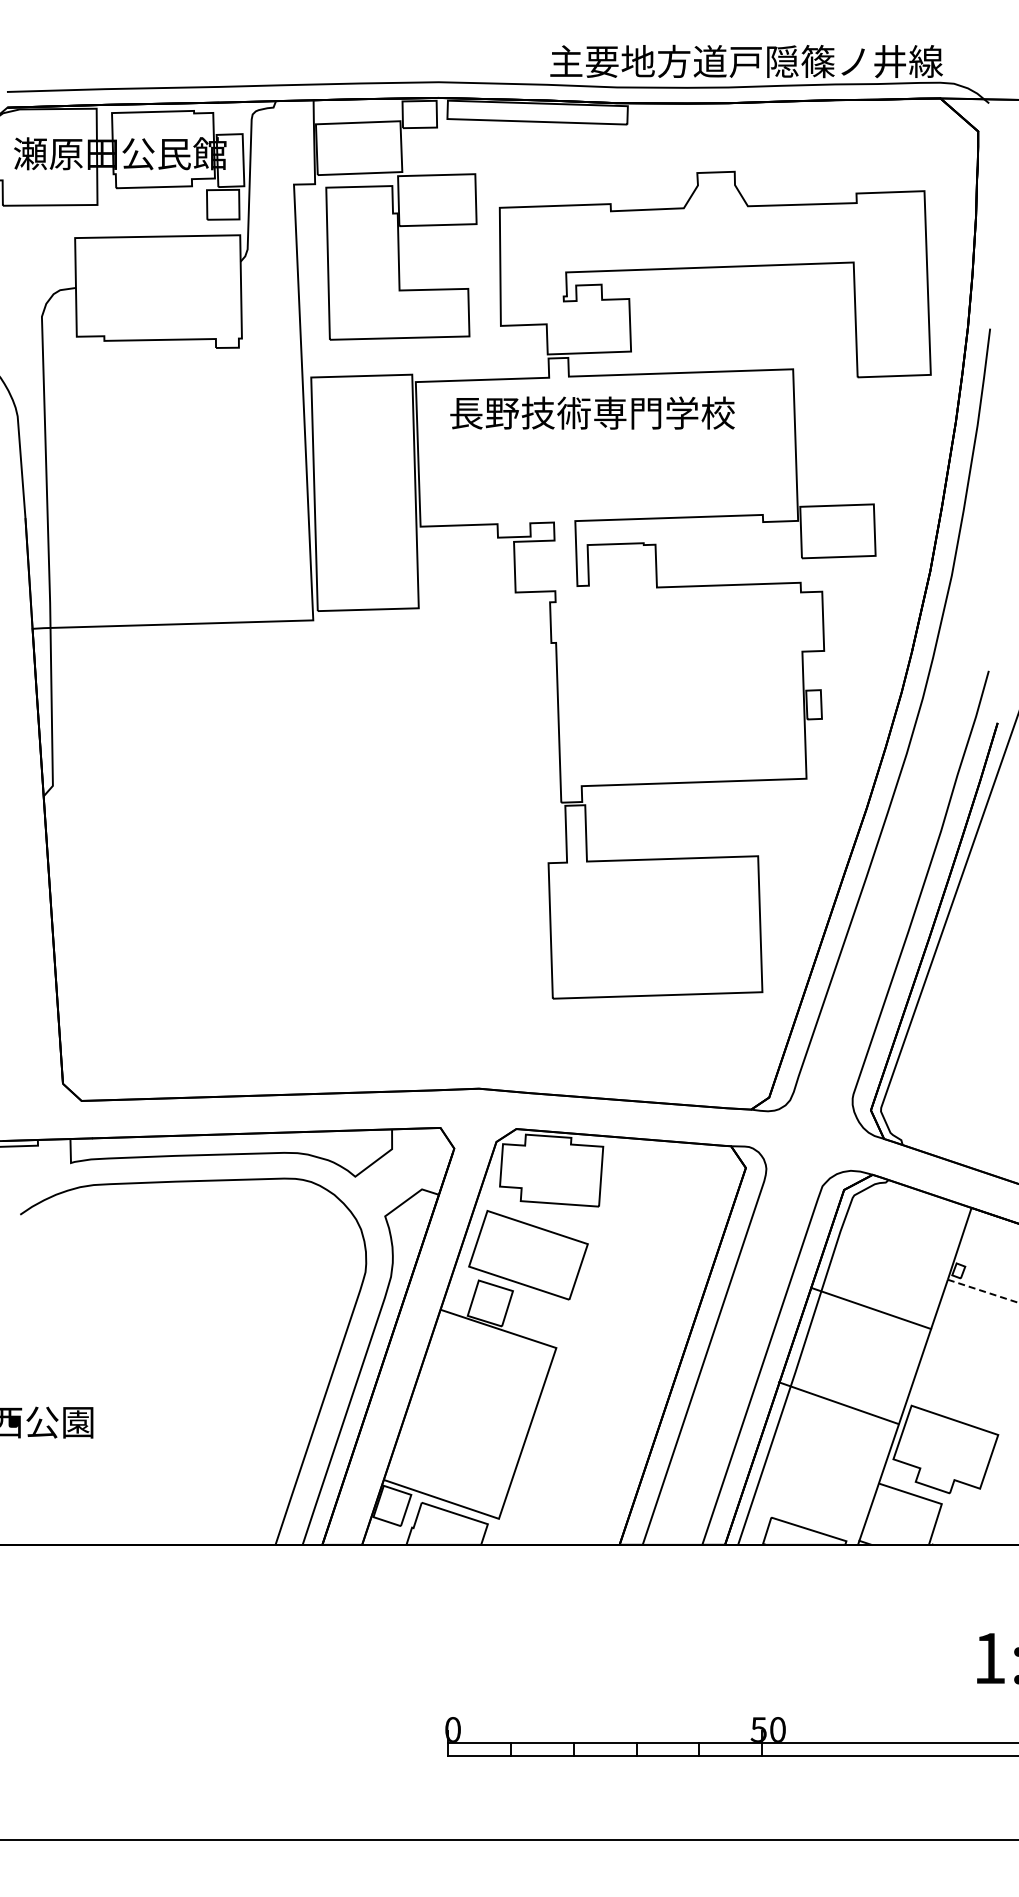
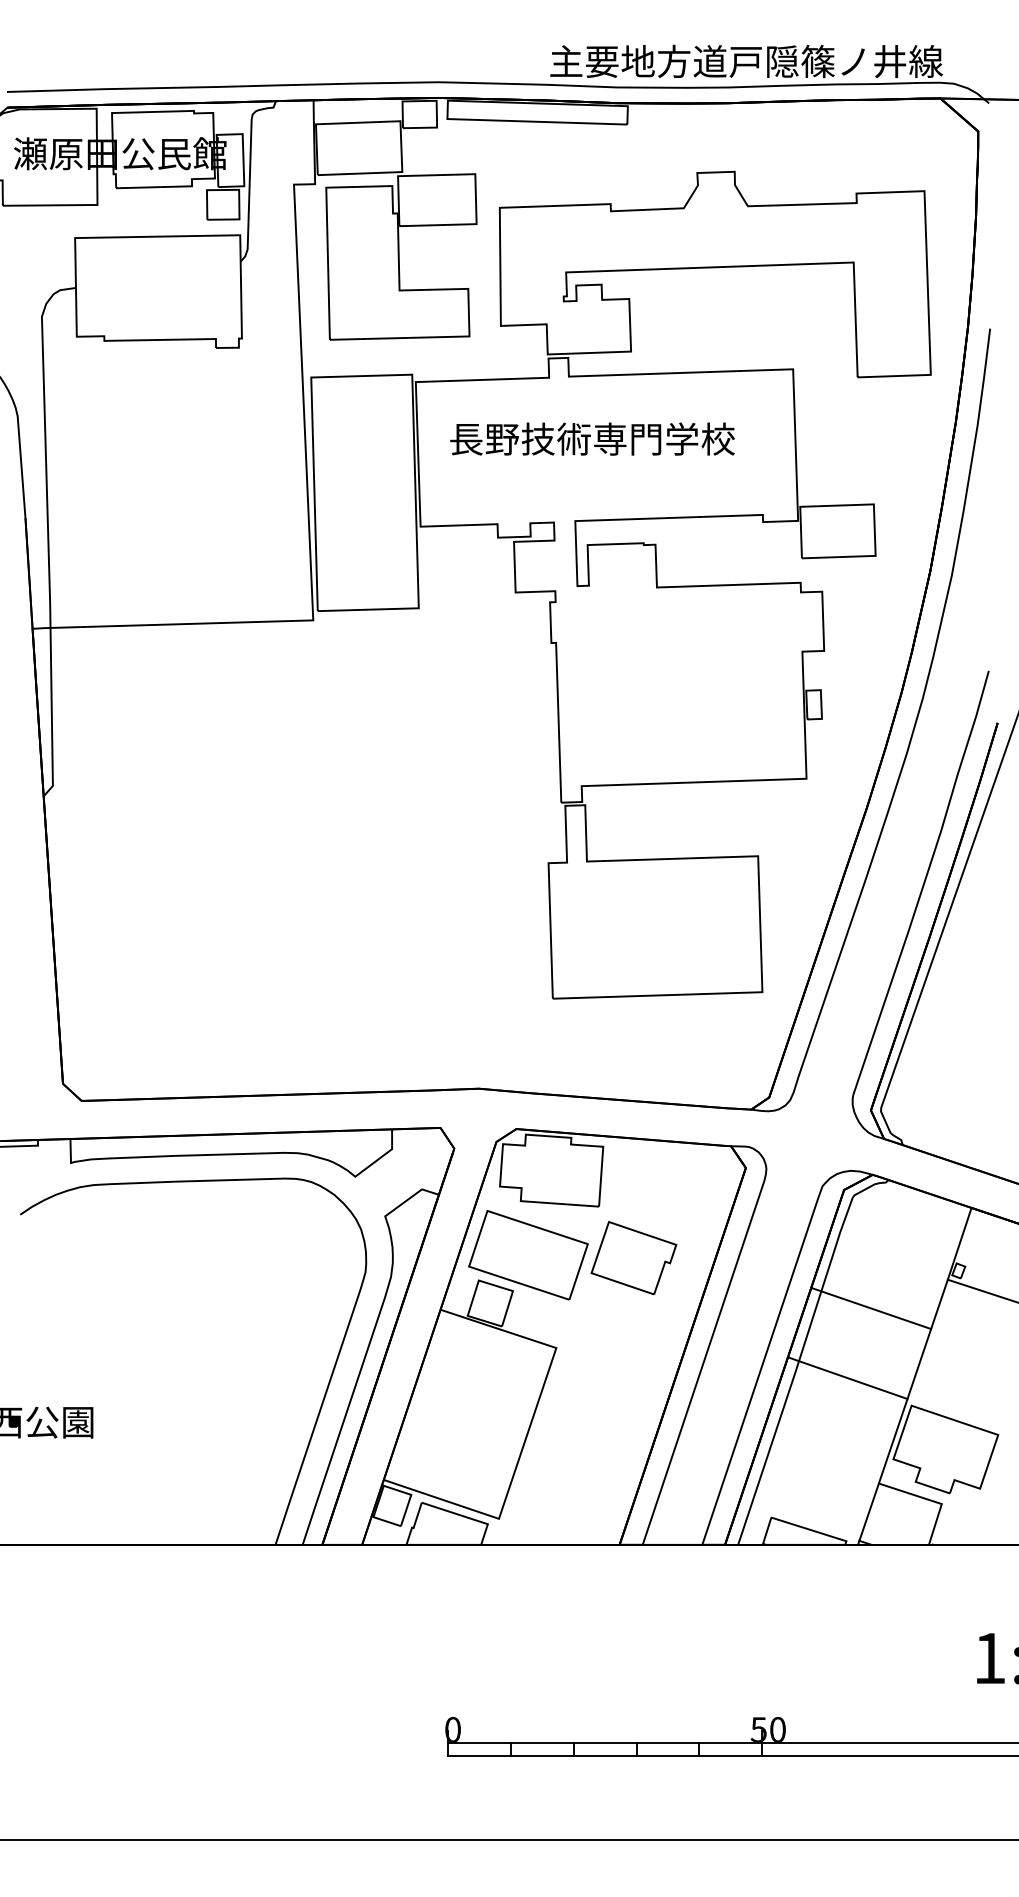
text at (592, 412) position: (592, 412) -> (592, 438)
part at (633, 1258): none -> present
line at (983, 1291): dashed -> solid
line at (838, 1403) position: (838, 1403) -> (847, 1378)
